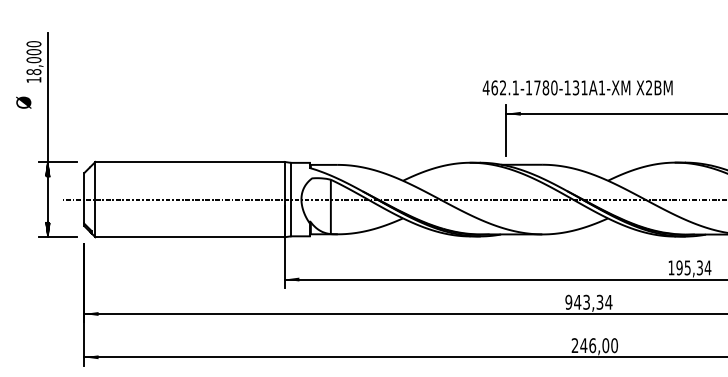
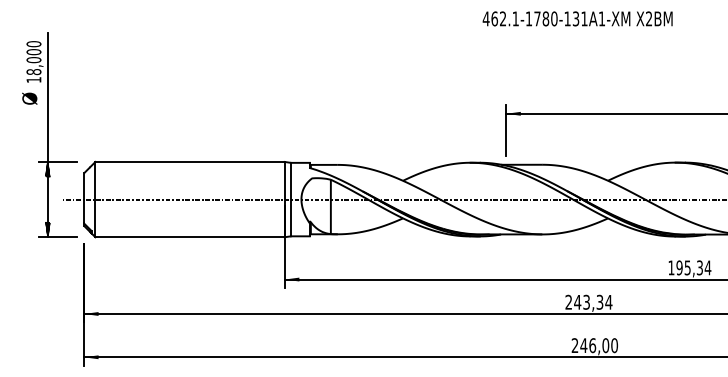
text at (577, 87) position: (577, 87) -> (577, 18)
text at (23, 102) position: (23, 102) -> (29, 98)
text at (568, 302): 943,34 -> 243,34
